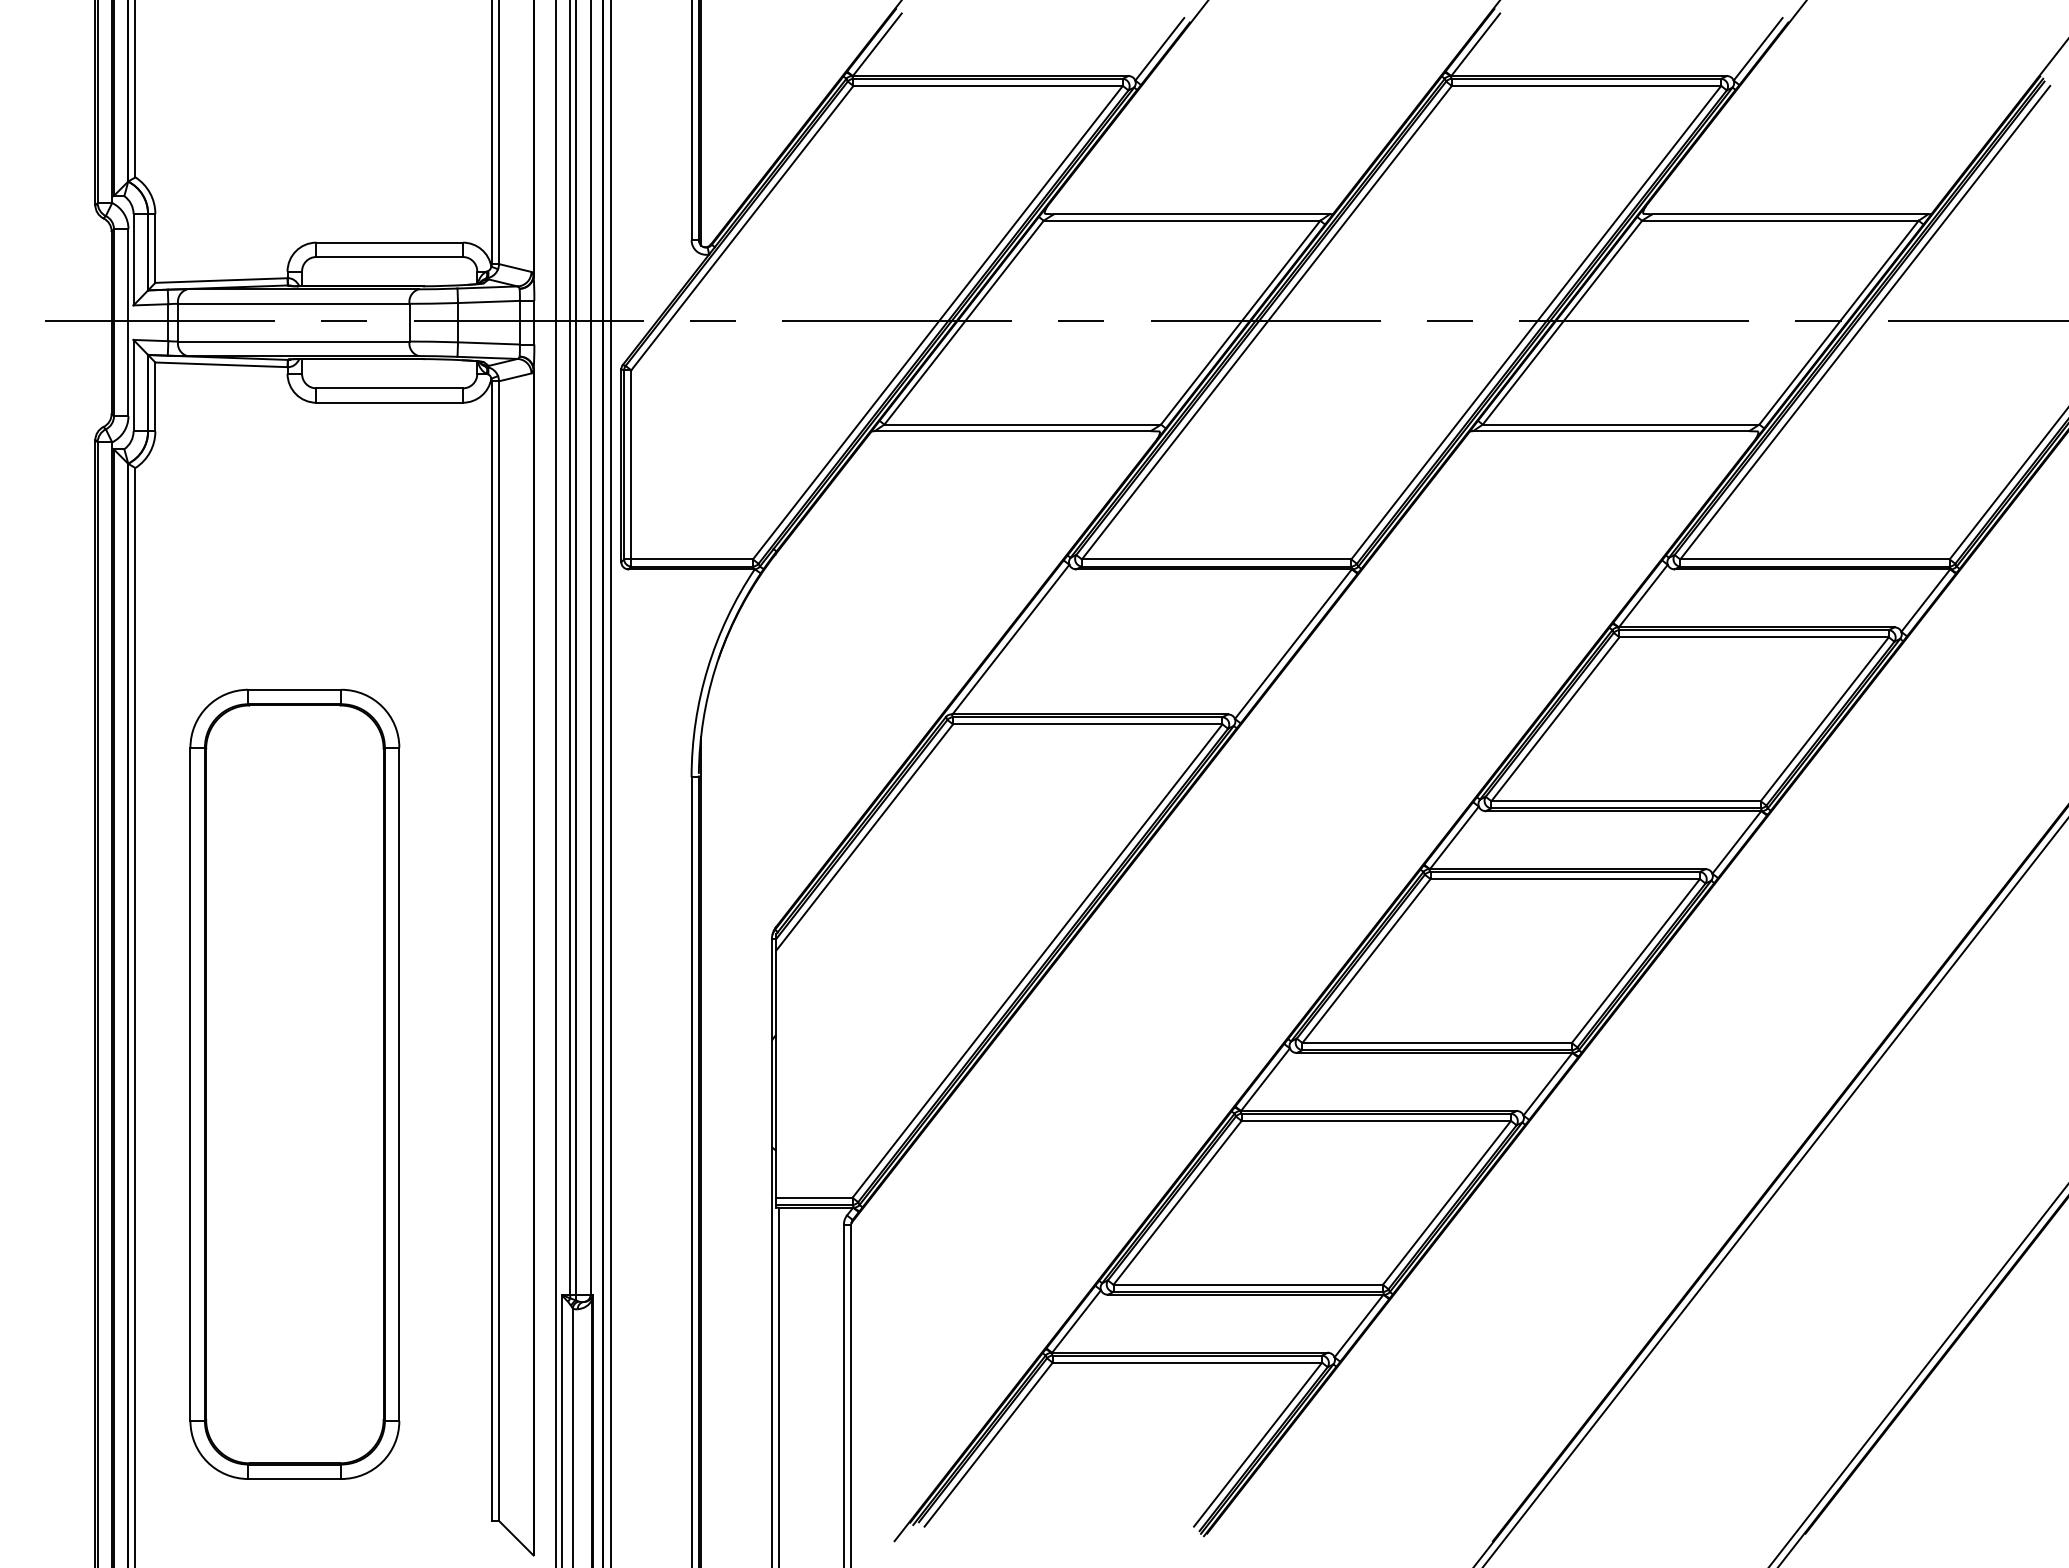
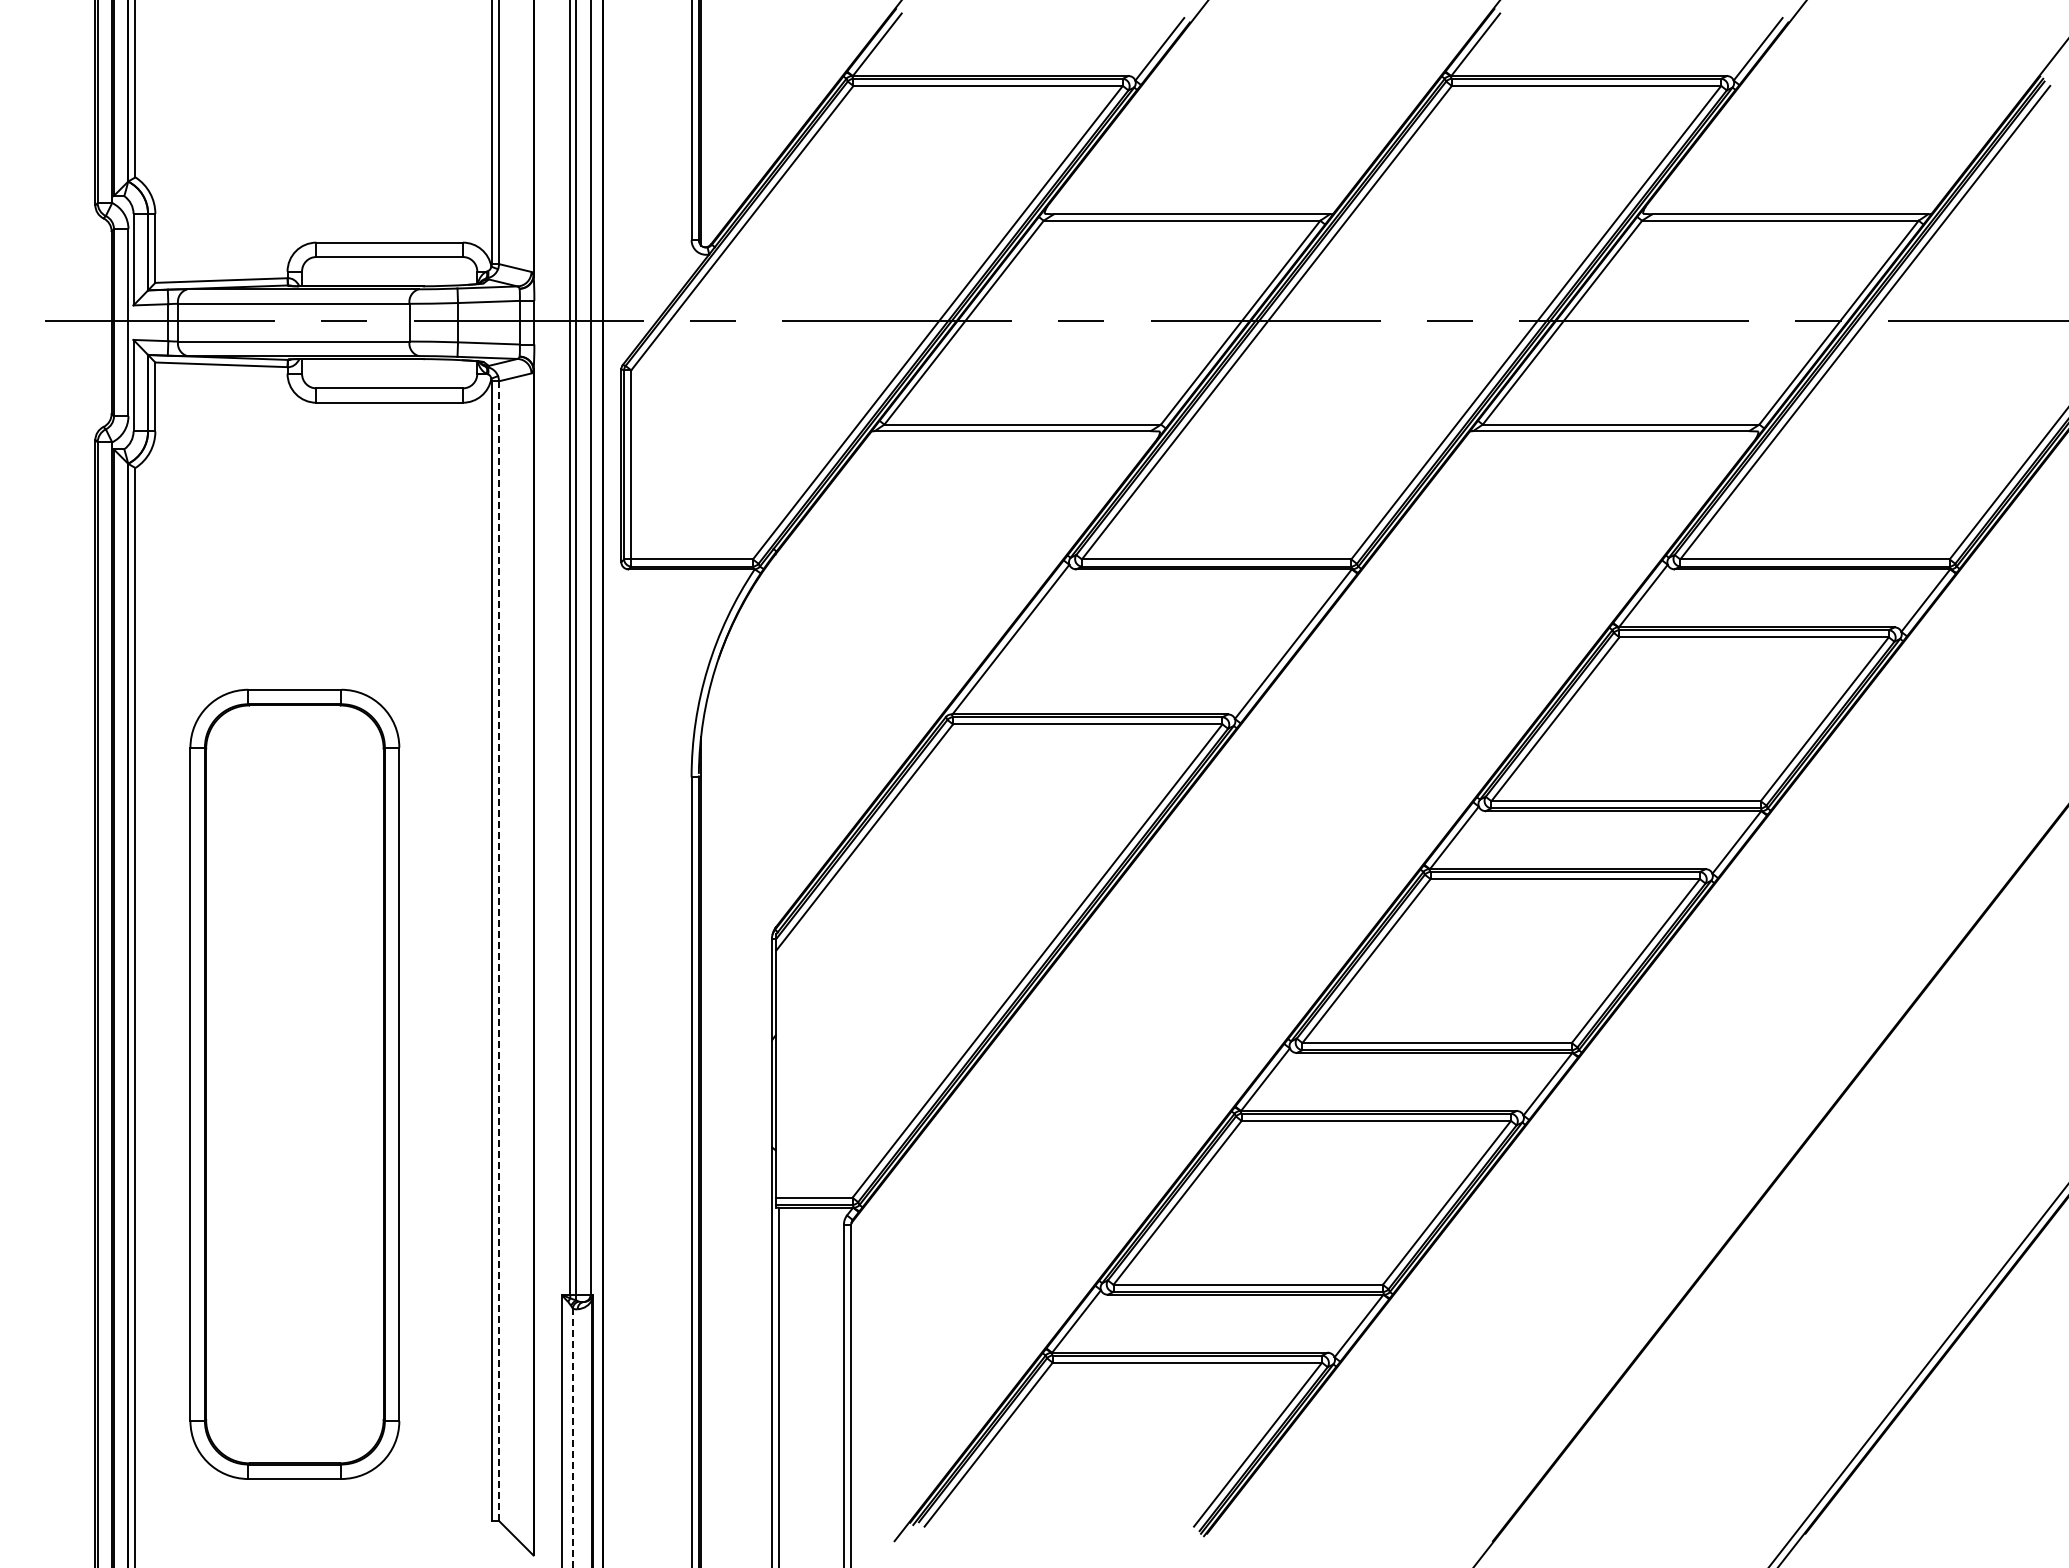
line at (555, 783): present -> none
line at (610, 783): present -> none
line at (499, 951): solid -> dashed
line at (1775, 1192): present -> none
line at (572, 1437): solid -> dashed
